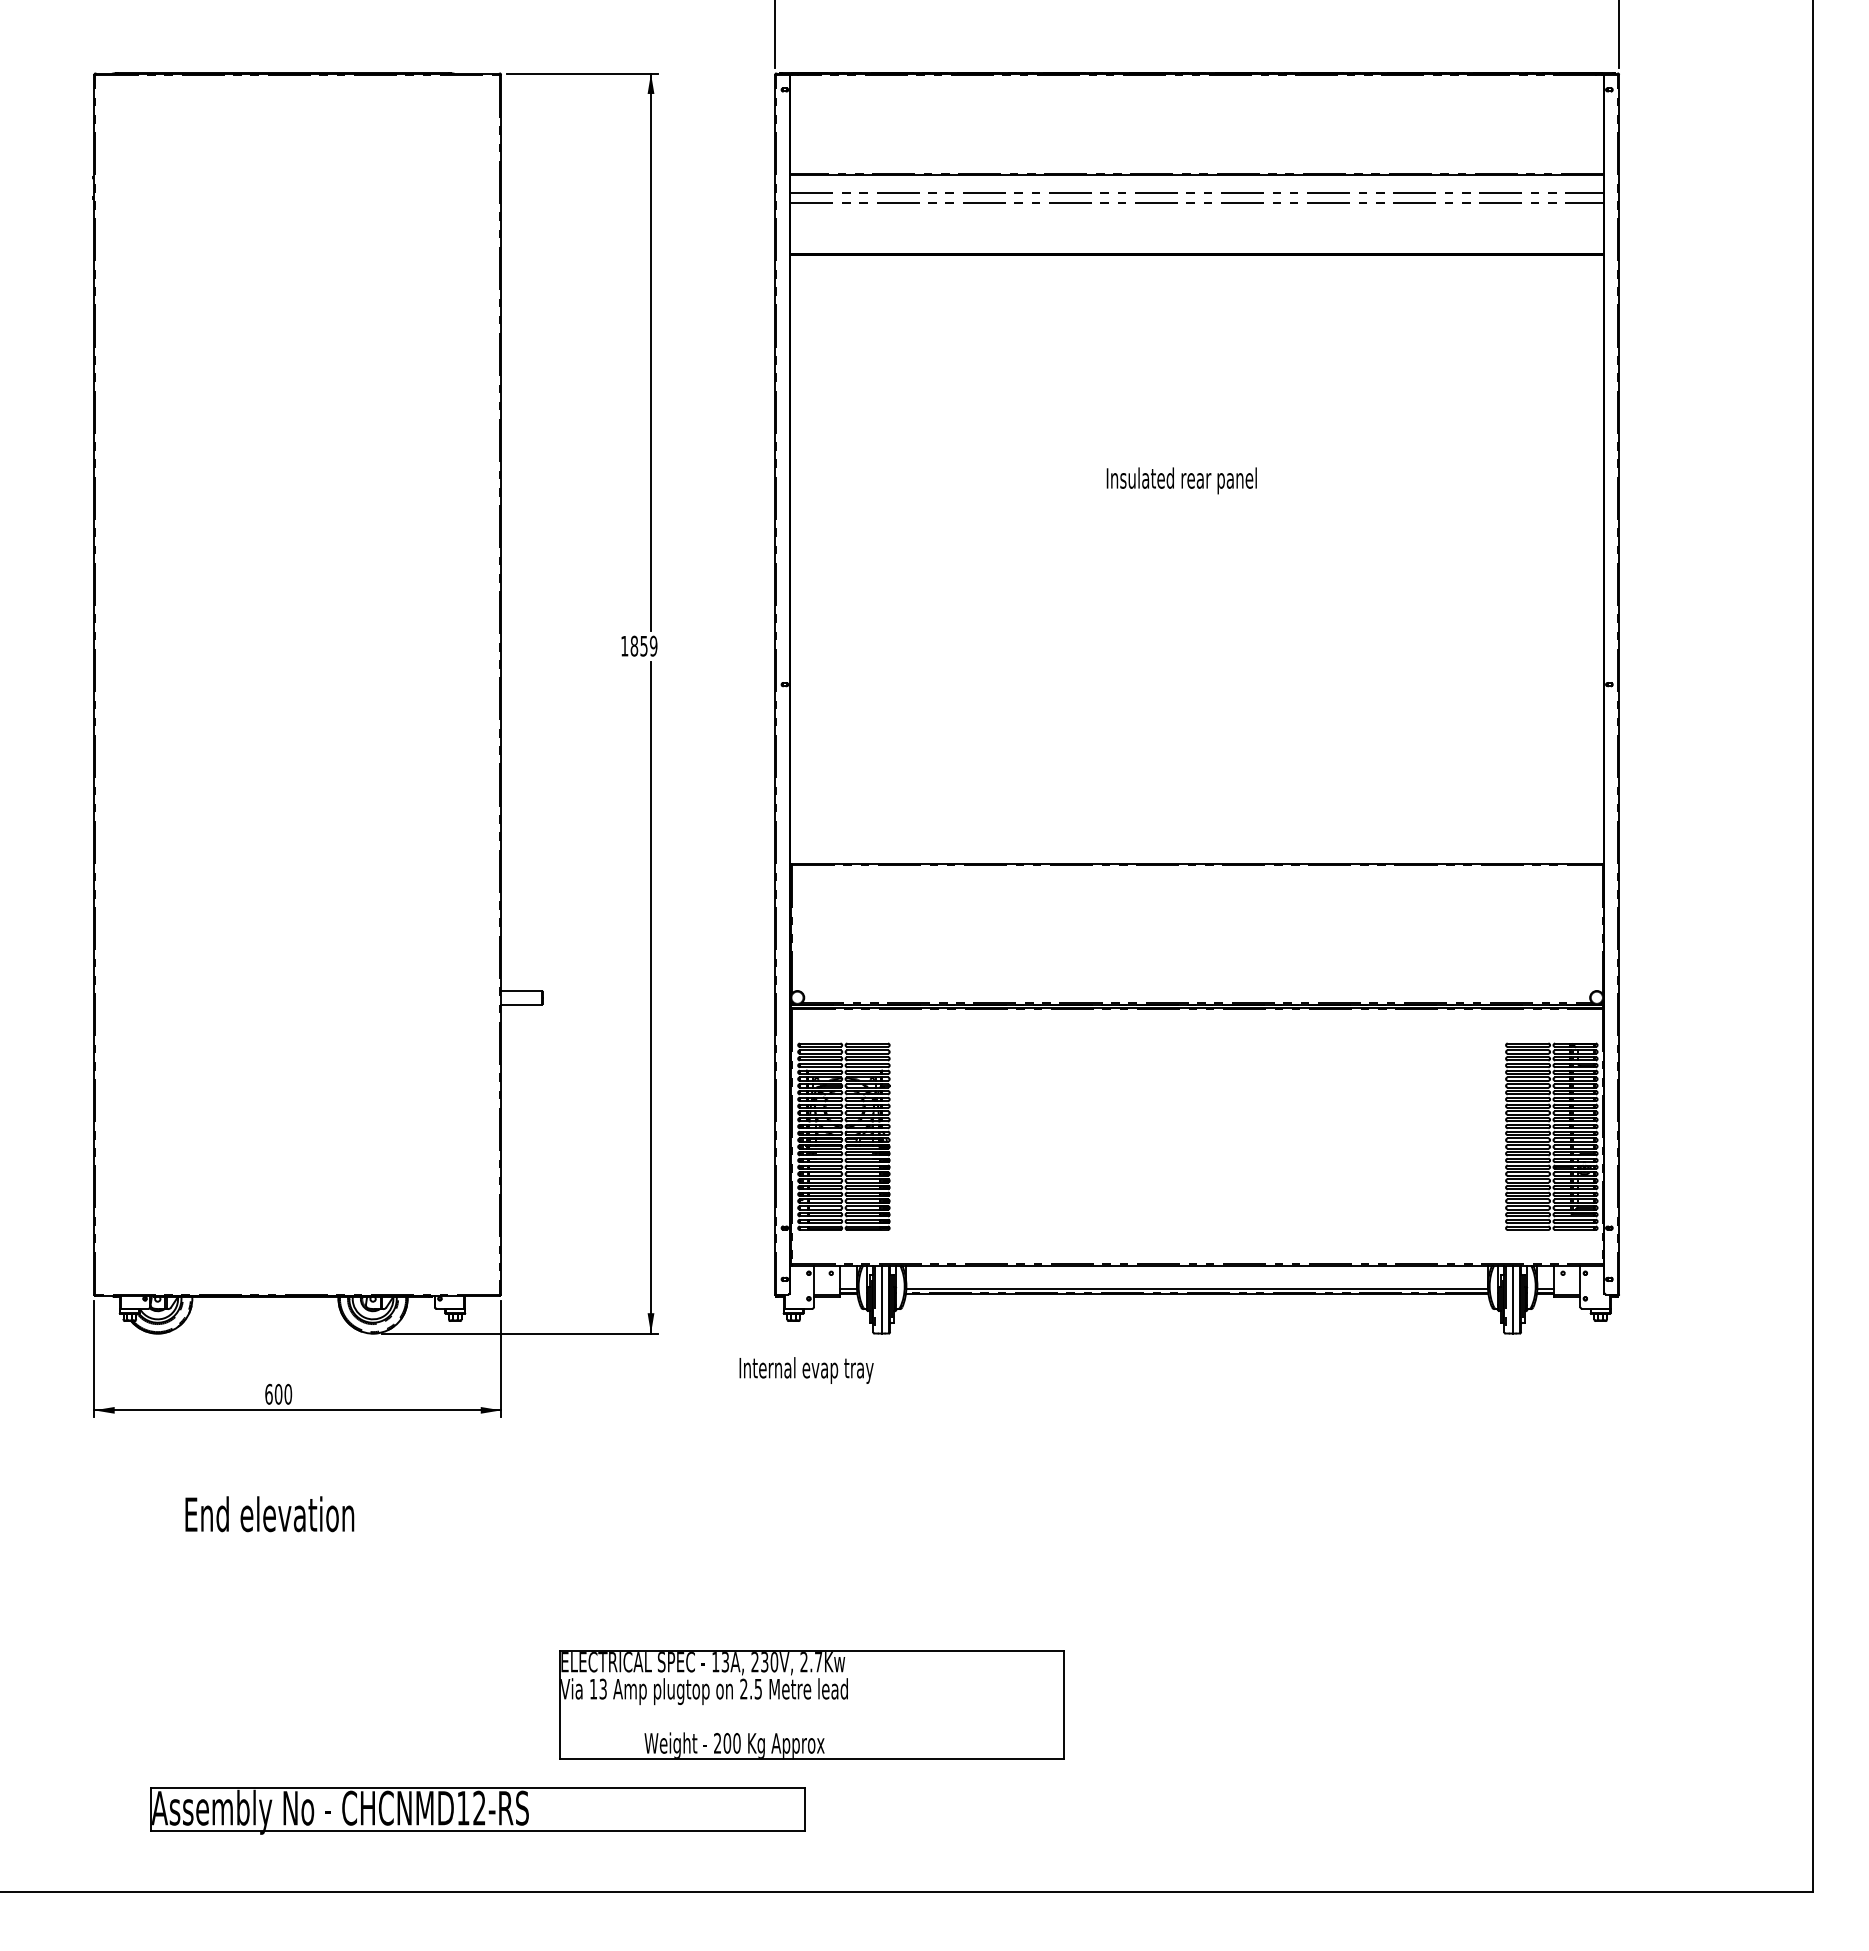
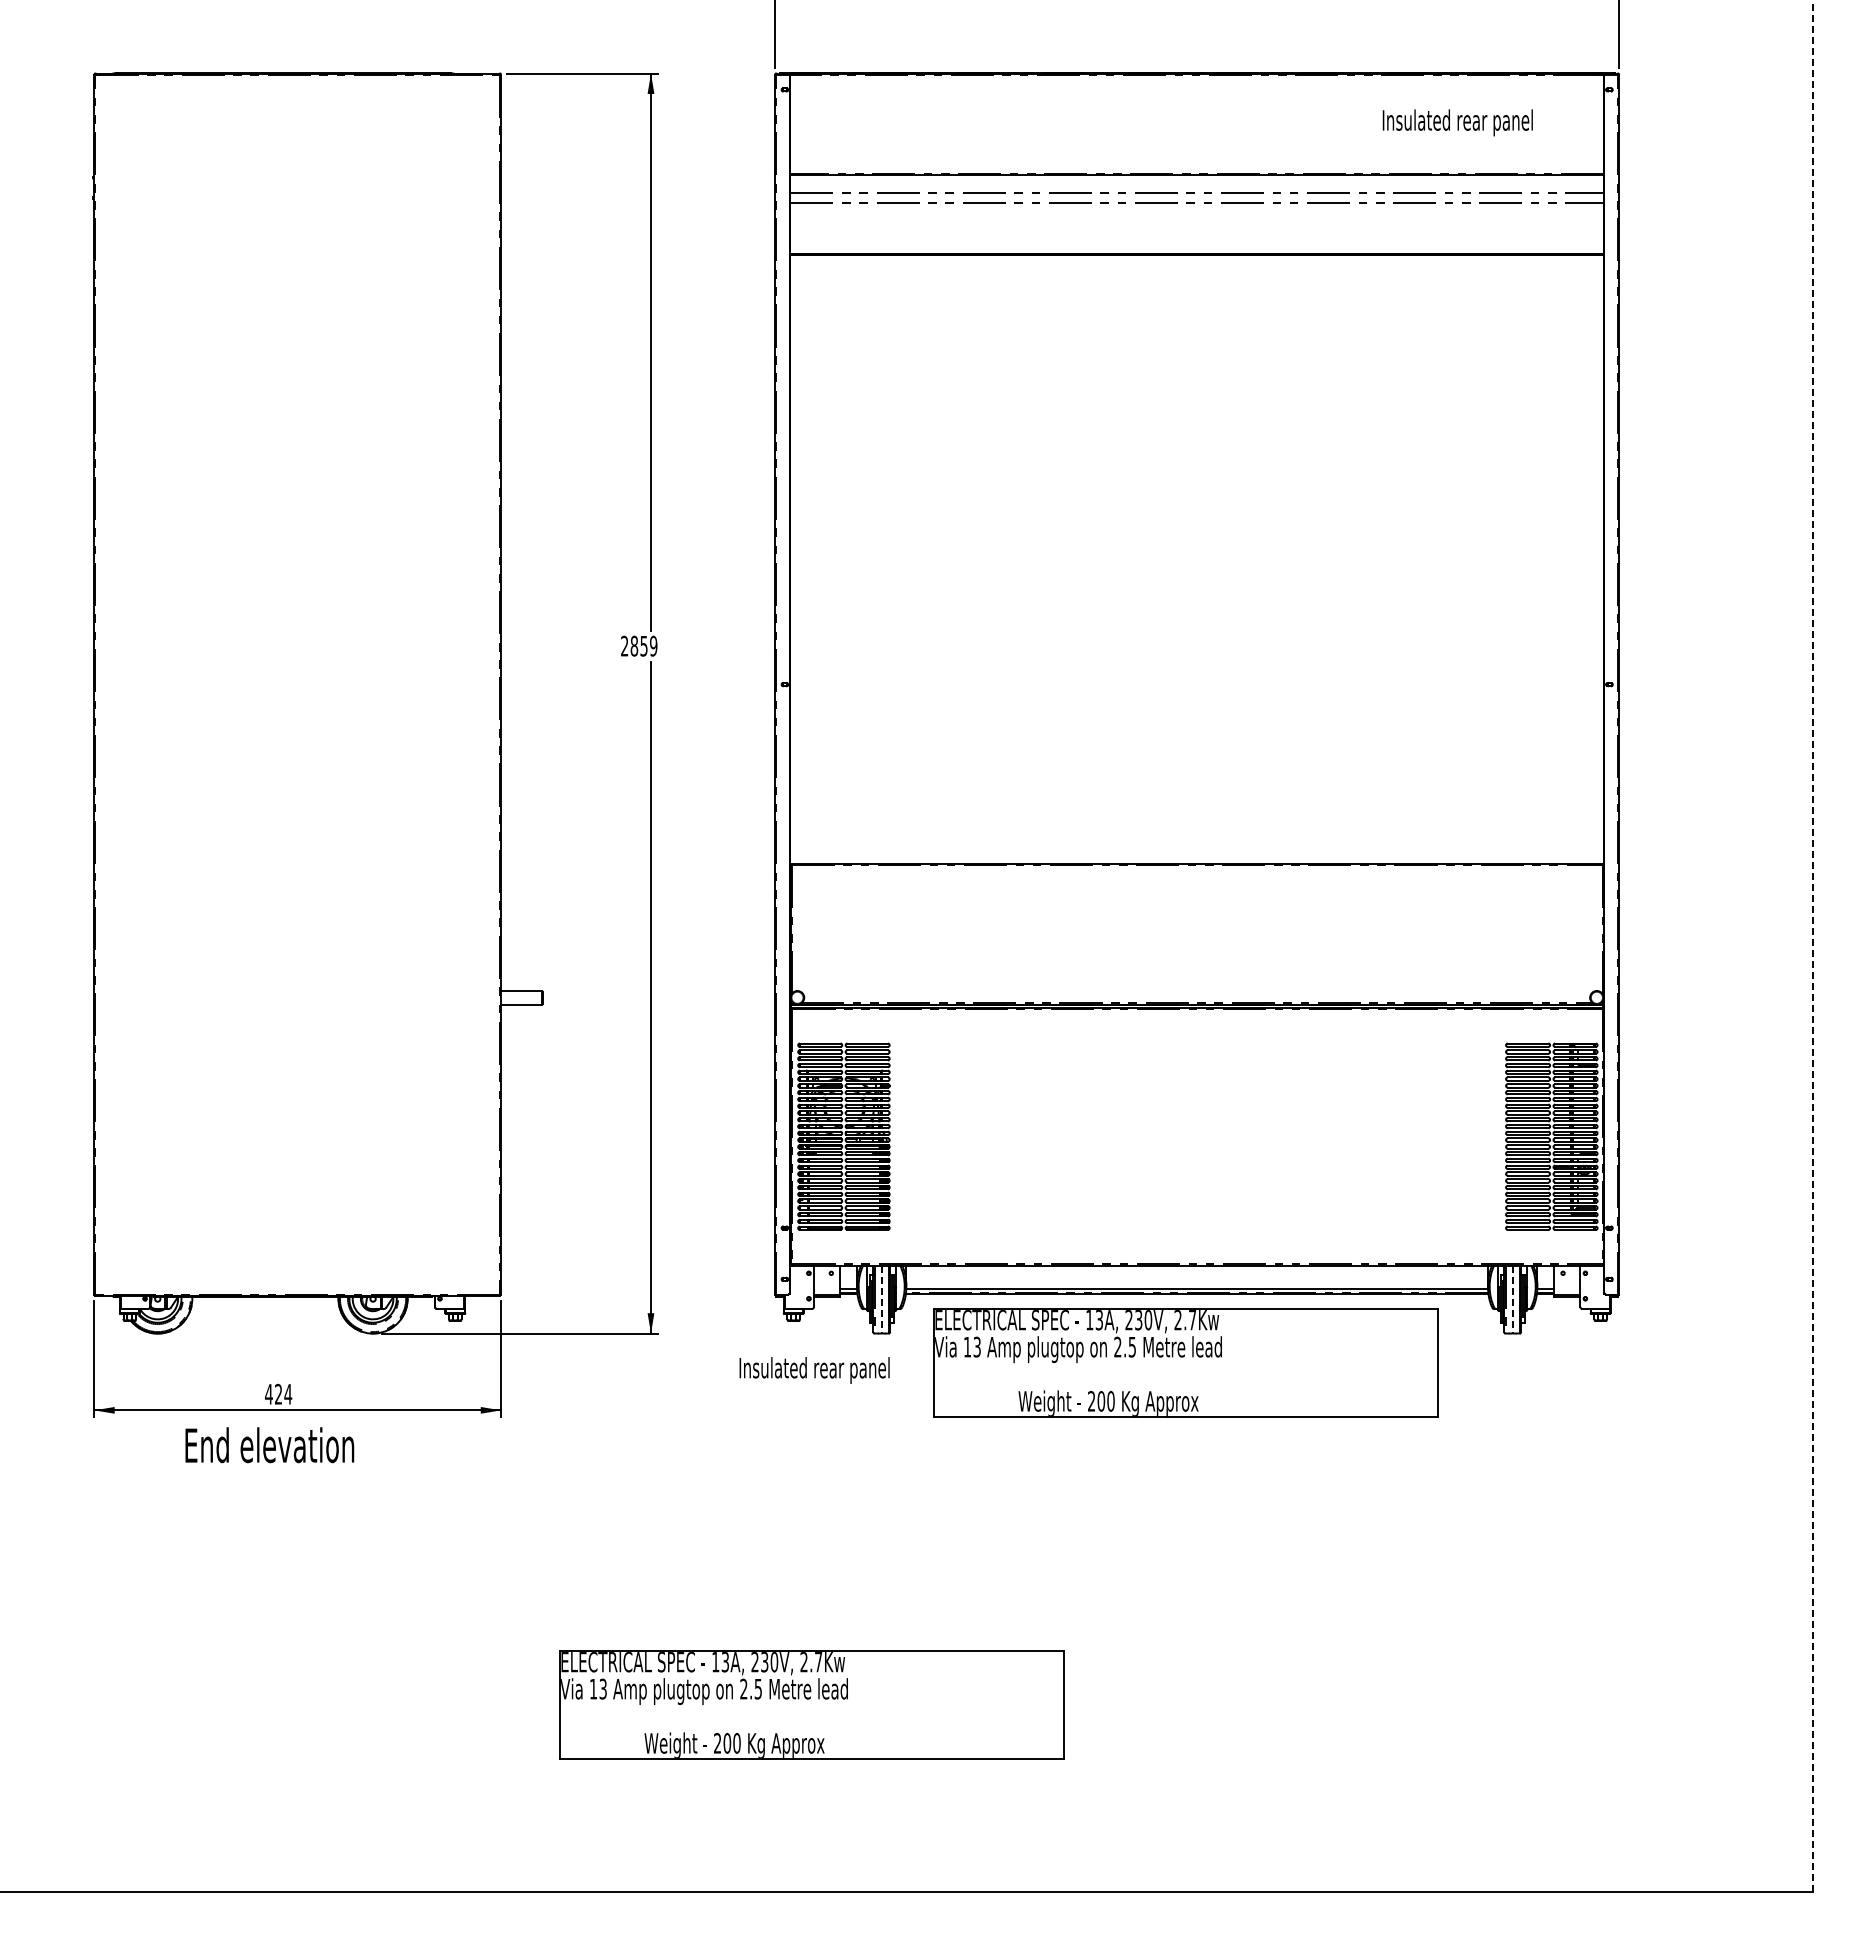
text at (1181, 480) position: (1181, 480) -> (1457, 122)
text at (624, 645): 1859 -> 2859
line at (1812, 946): solid -> dashed
line at (881, 1299): solid -> dashed
line at (1512, 1299): solid -> dashed
part at (1185, 1362): none -> present
text at (820, 1370): Internal evap tray -> Insulated rear panel
text at (278, 1393): 600 -> 424
text at (269, 1514) position: (269, 1514) -> (269, 1445)
part at (477, 1810): present -> none
